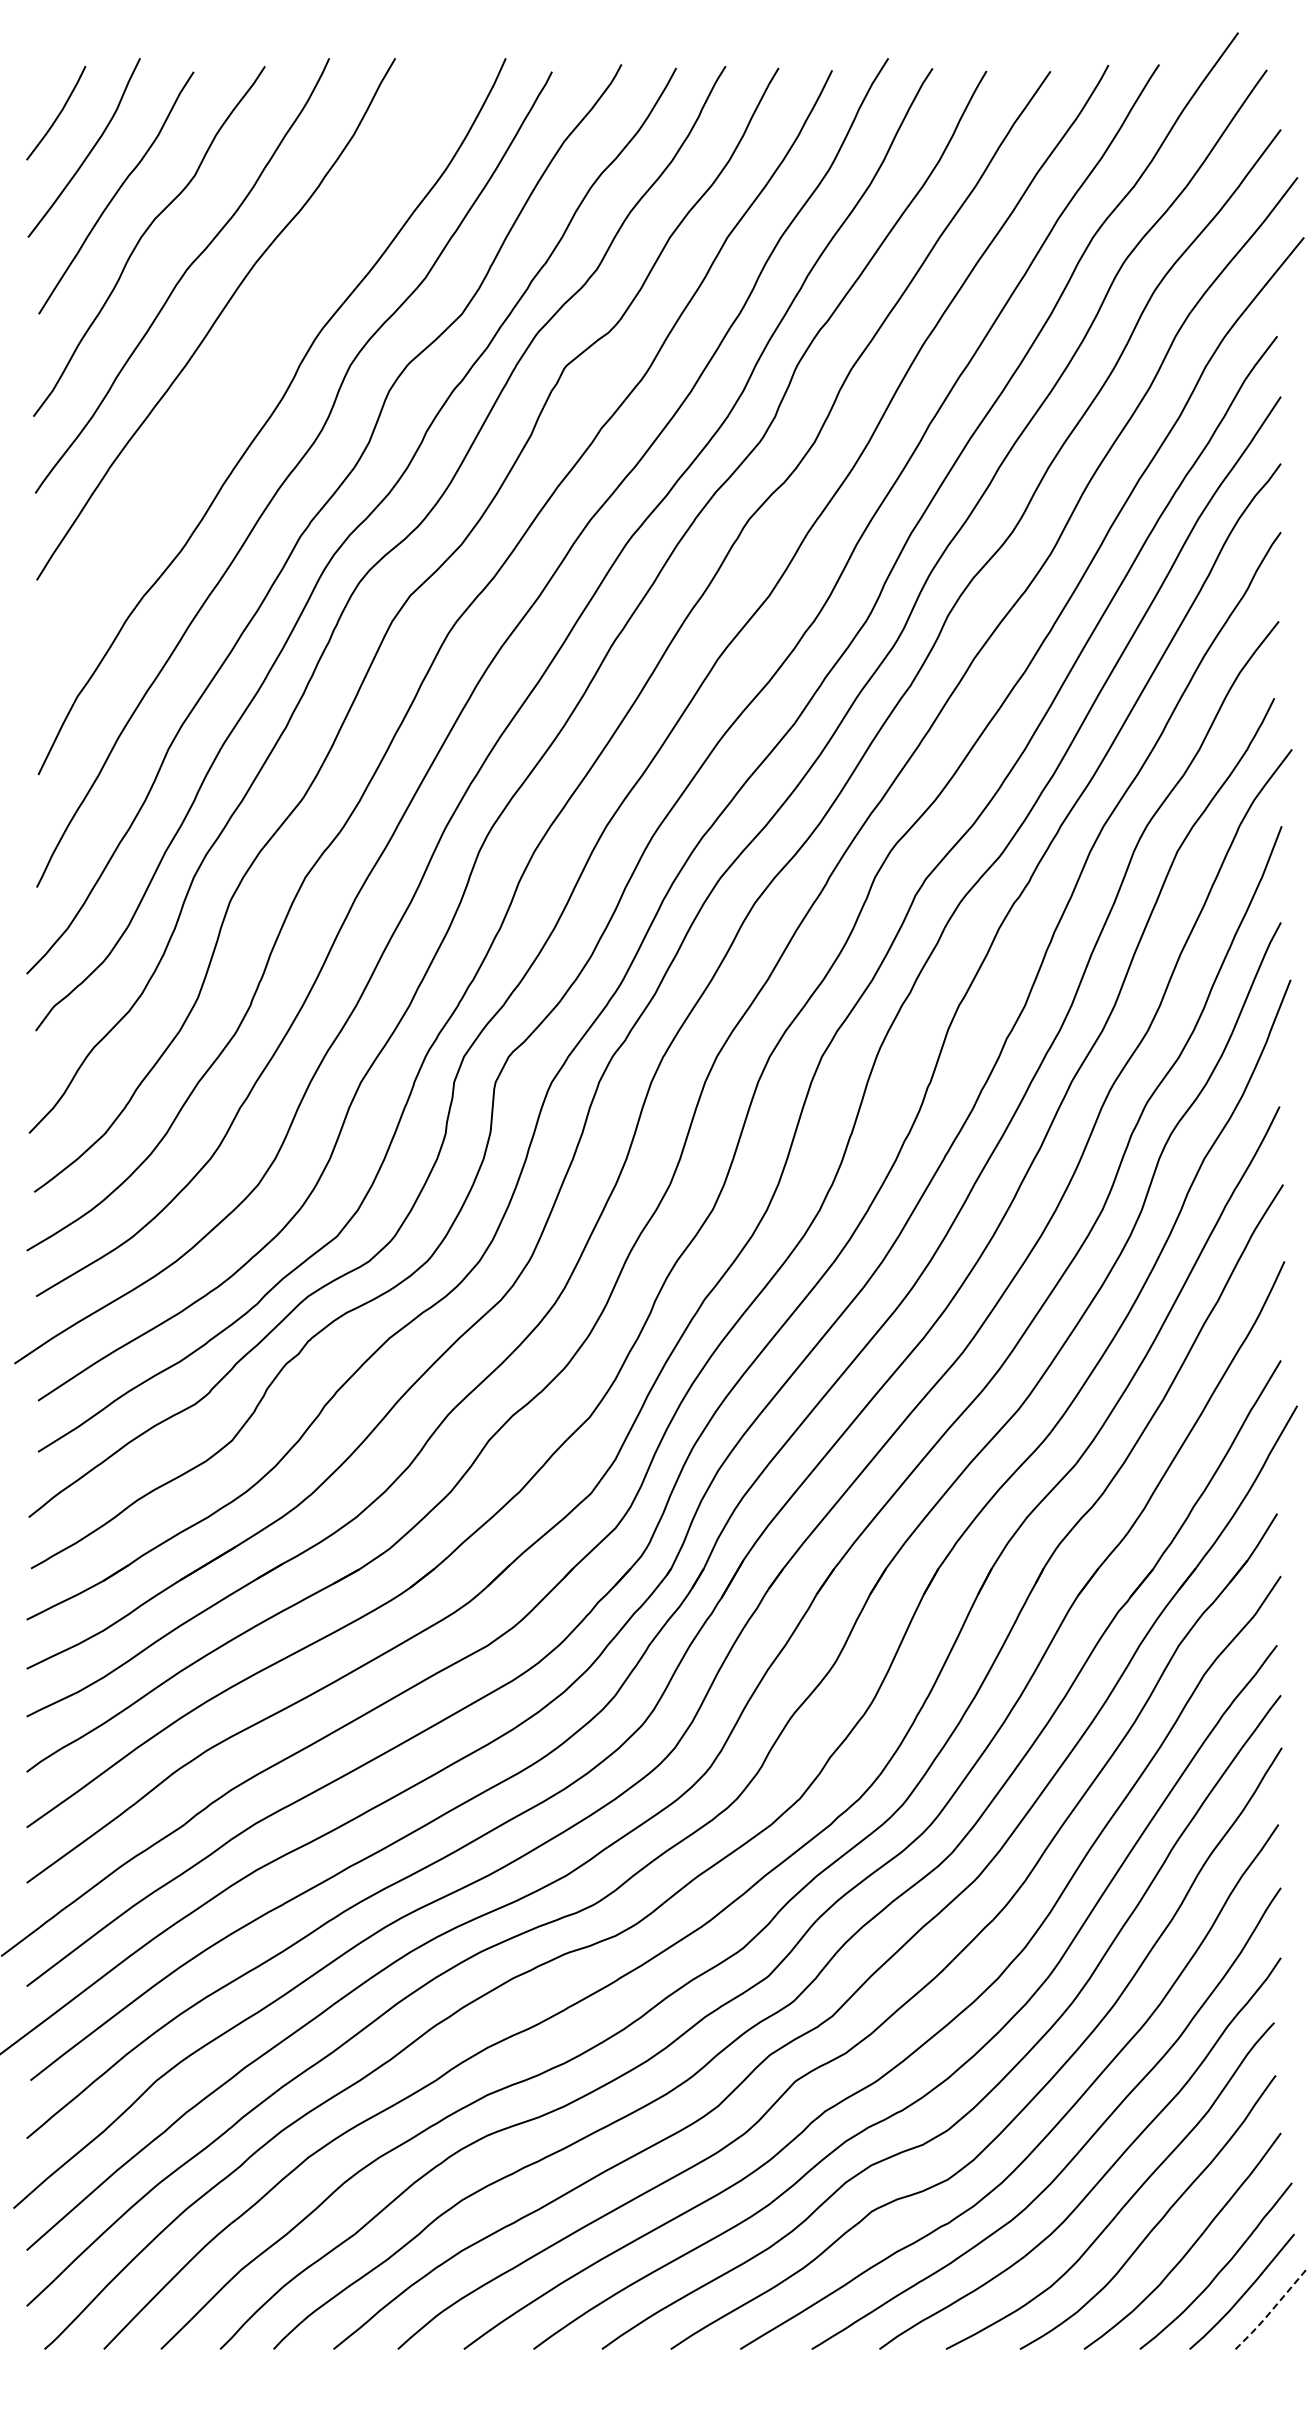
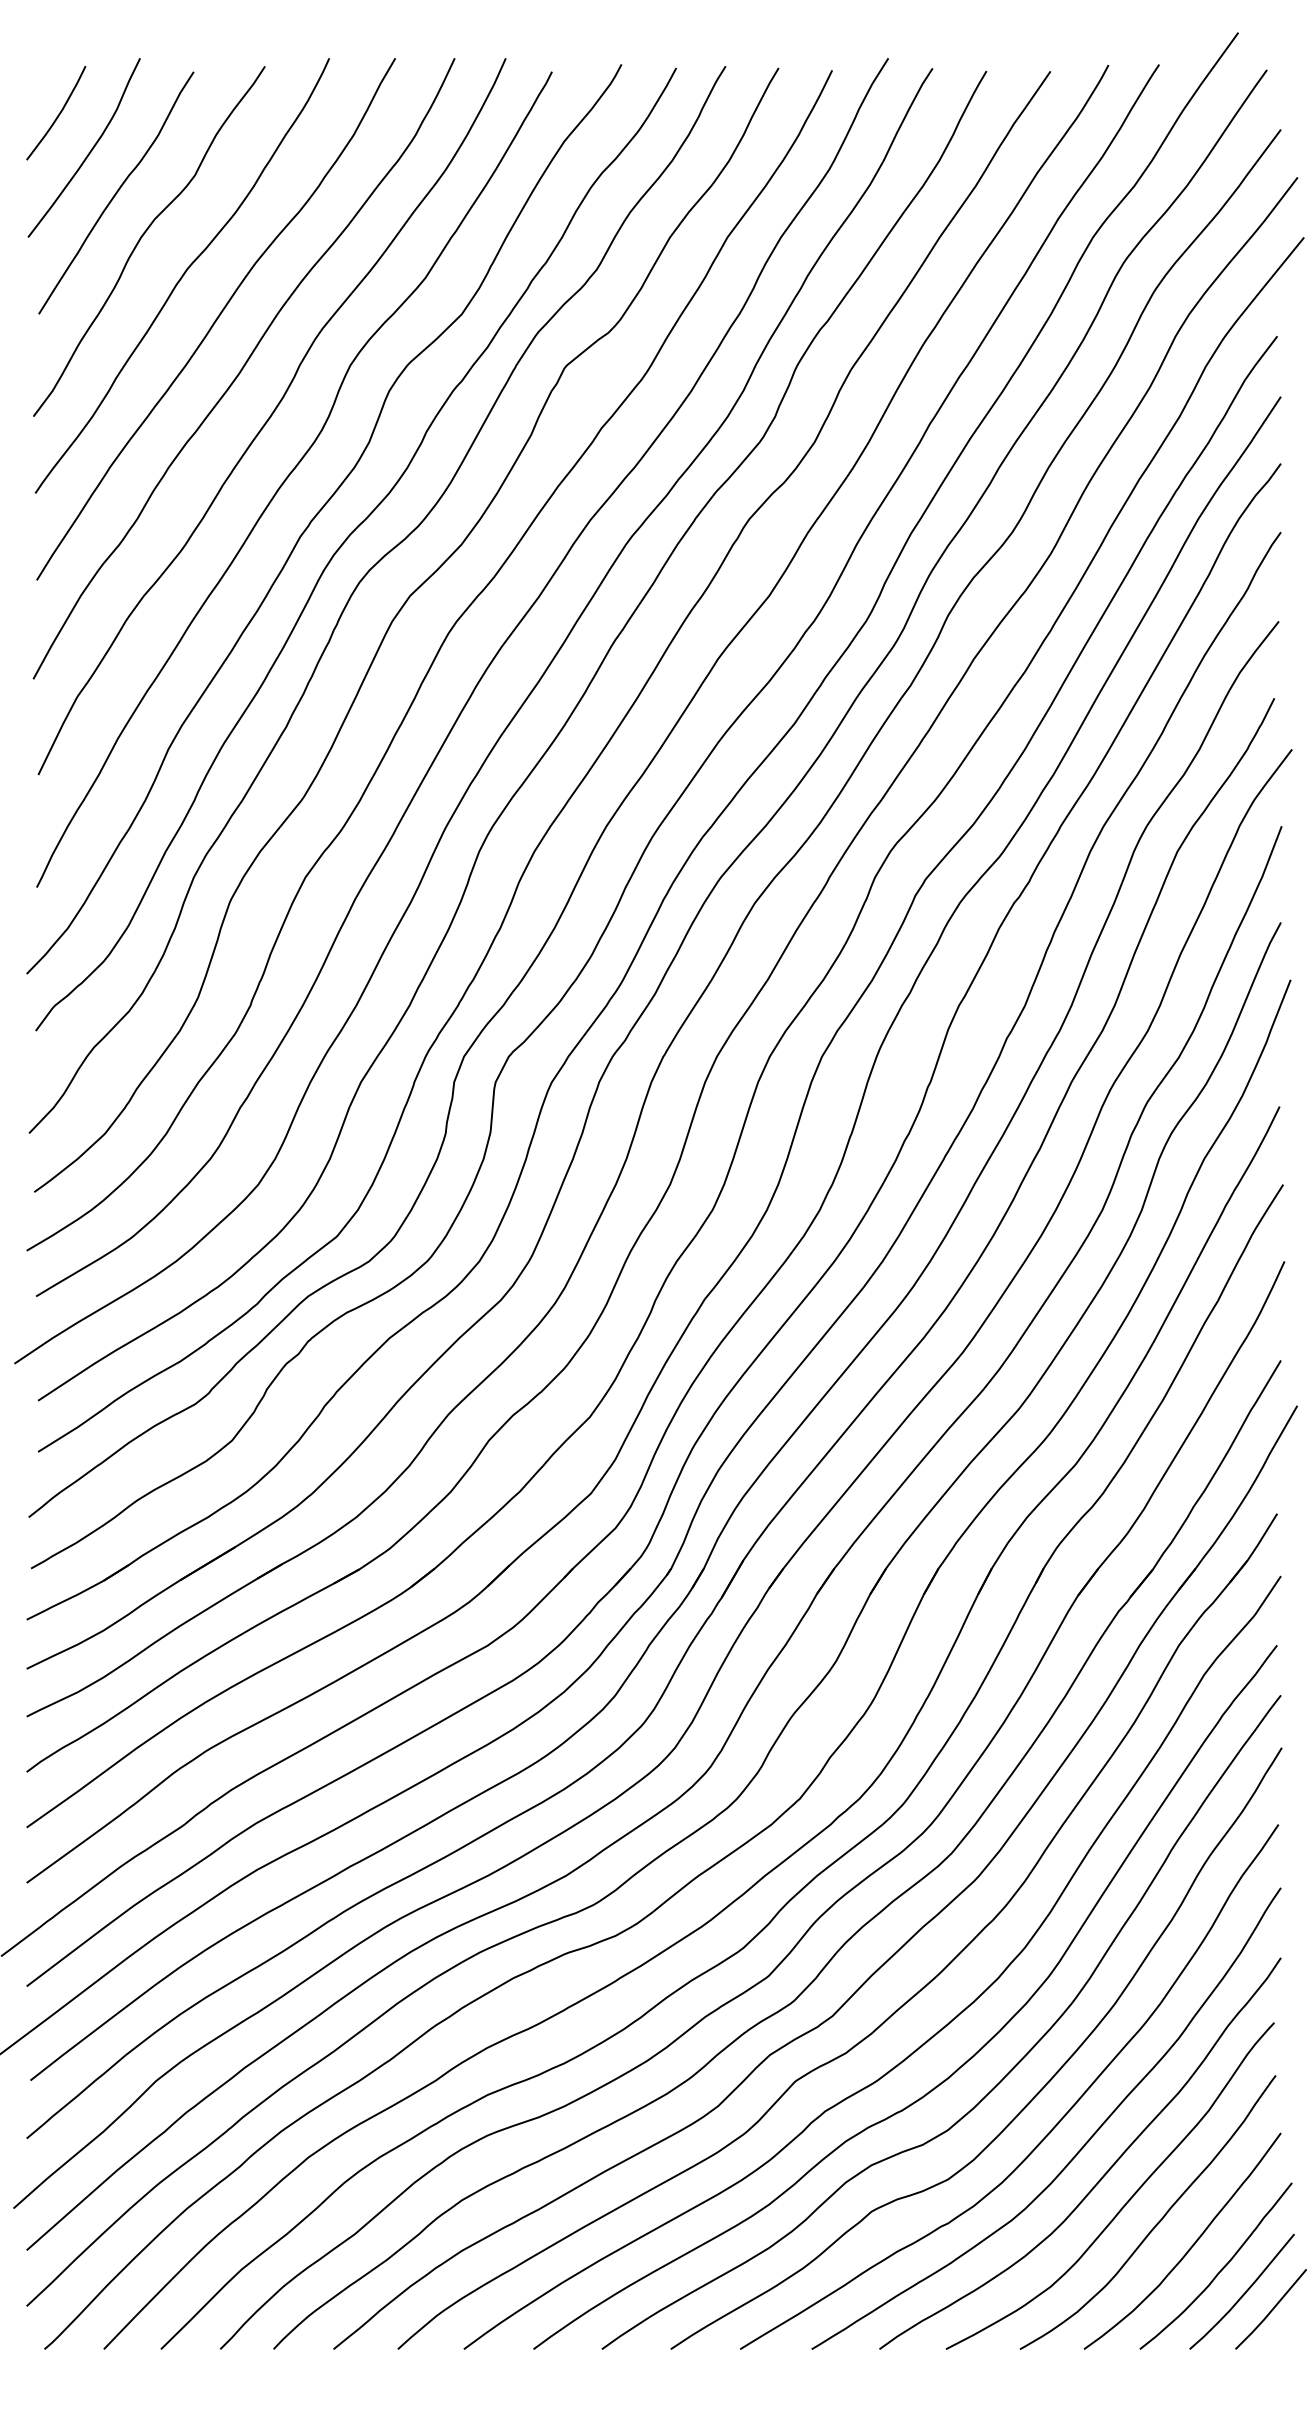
curve at (243, 368): none -> present
line at (1271, 2311): dashed -> solid
